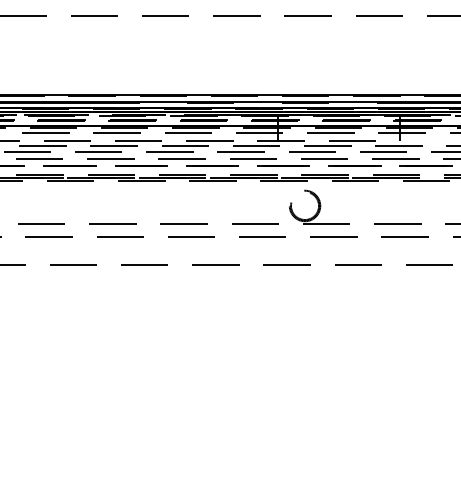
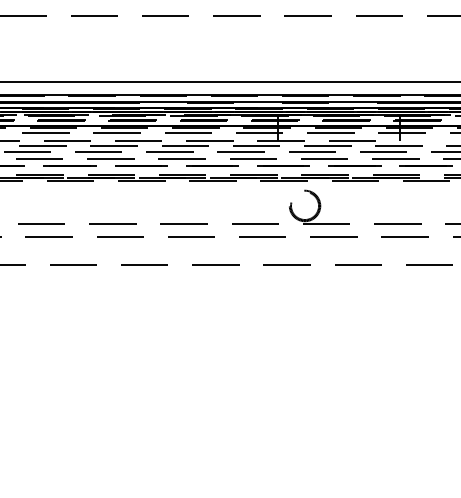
line at (229, 82): none -> present
